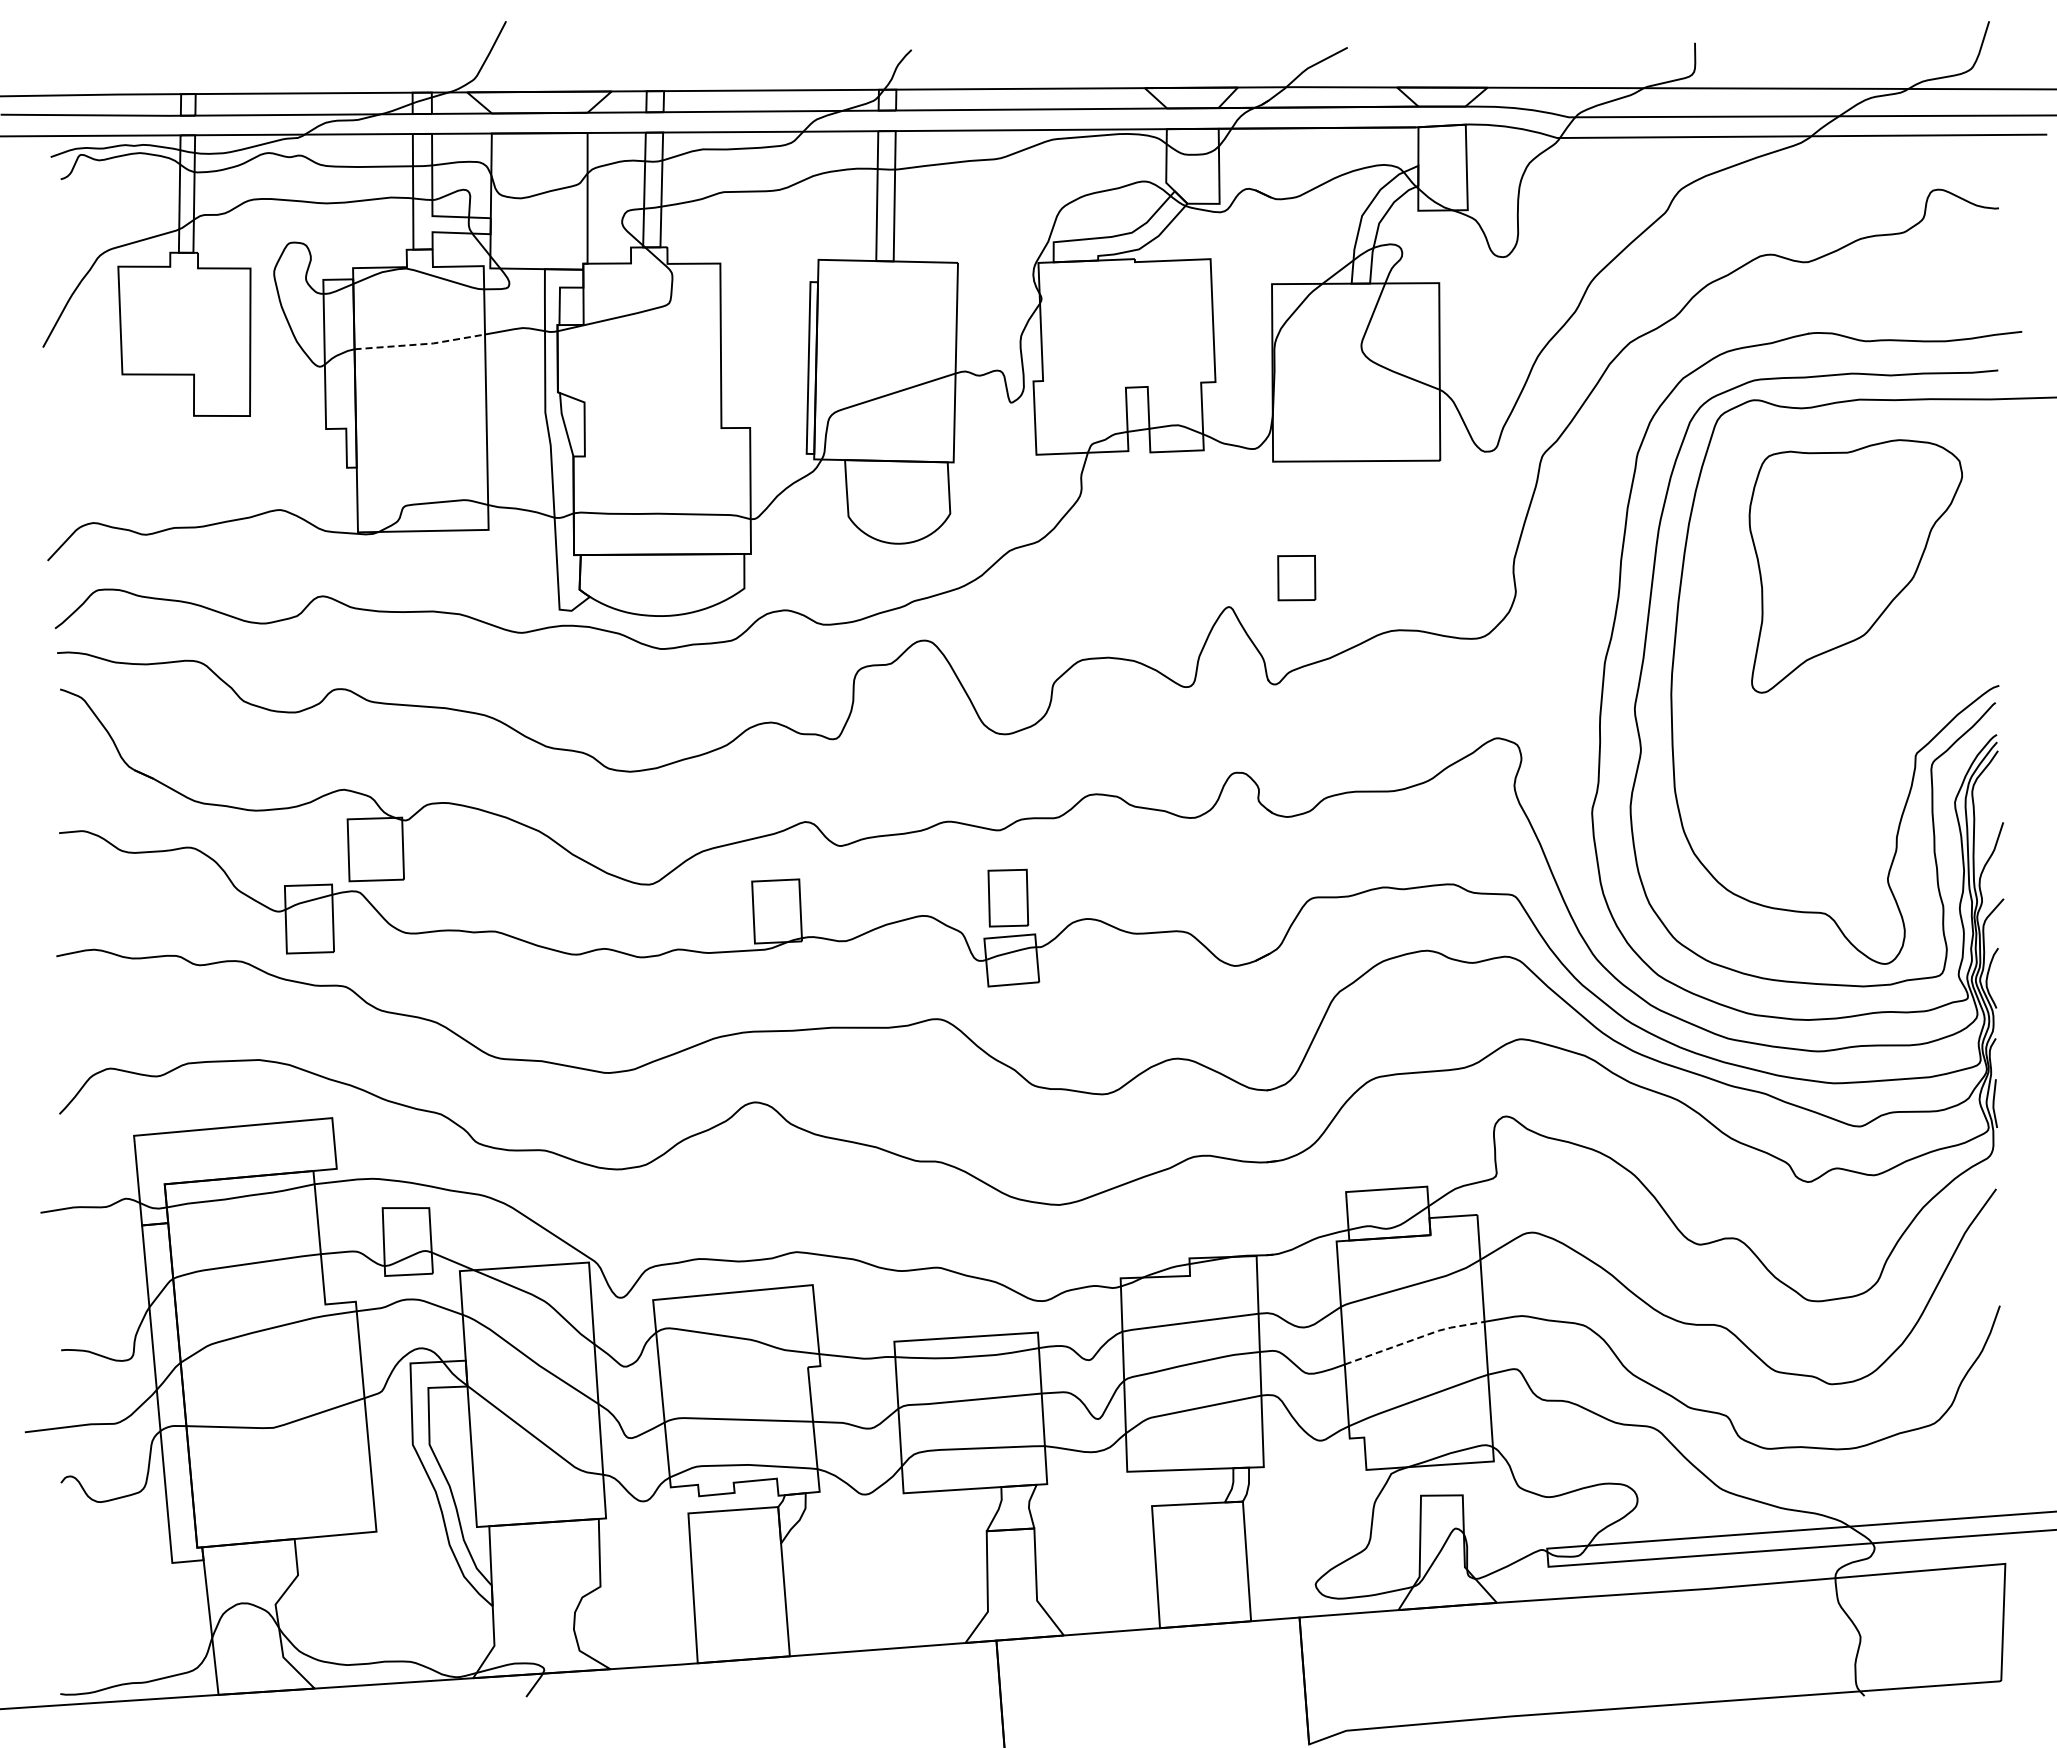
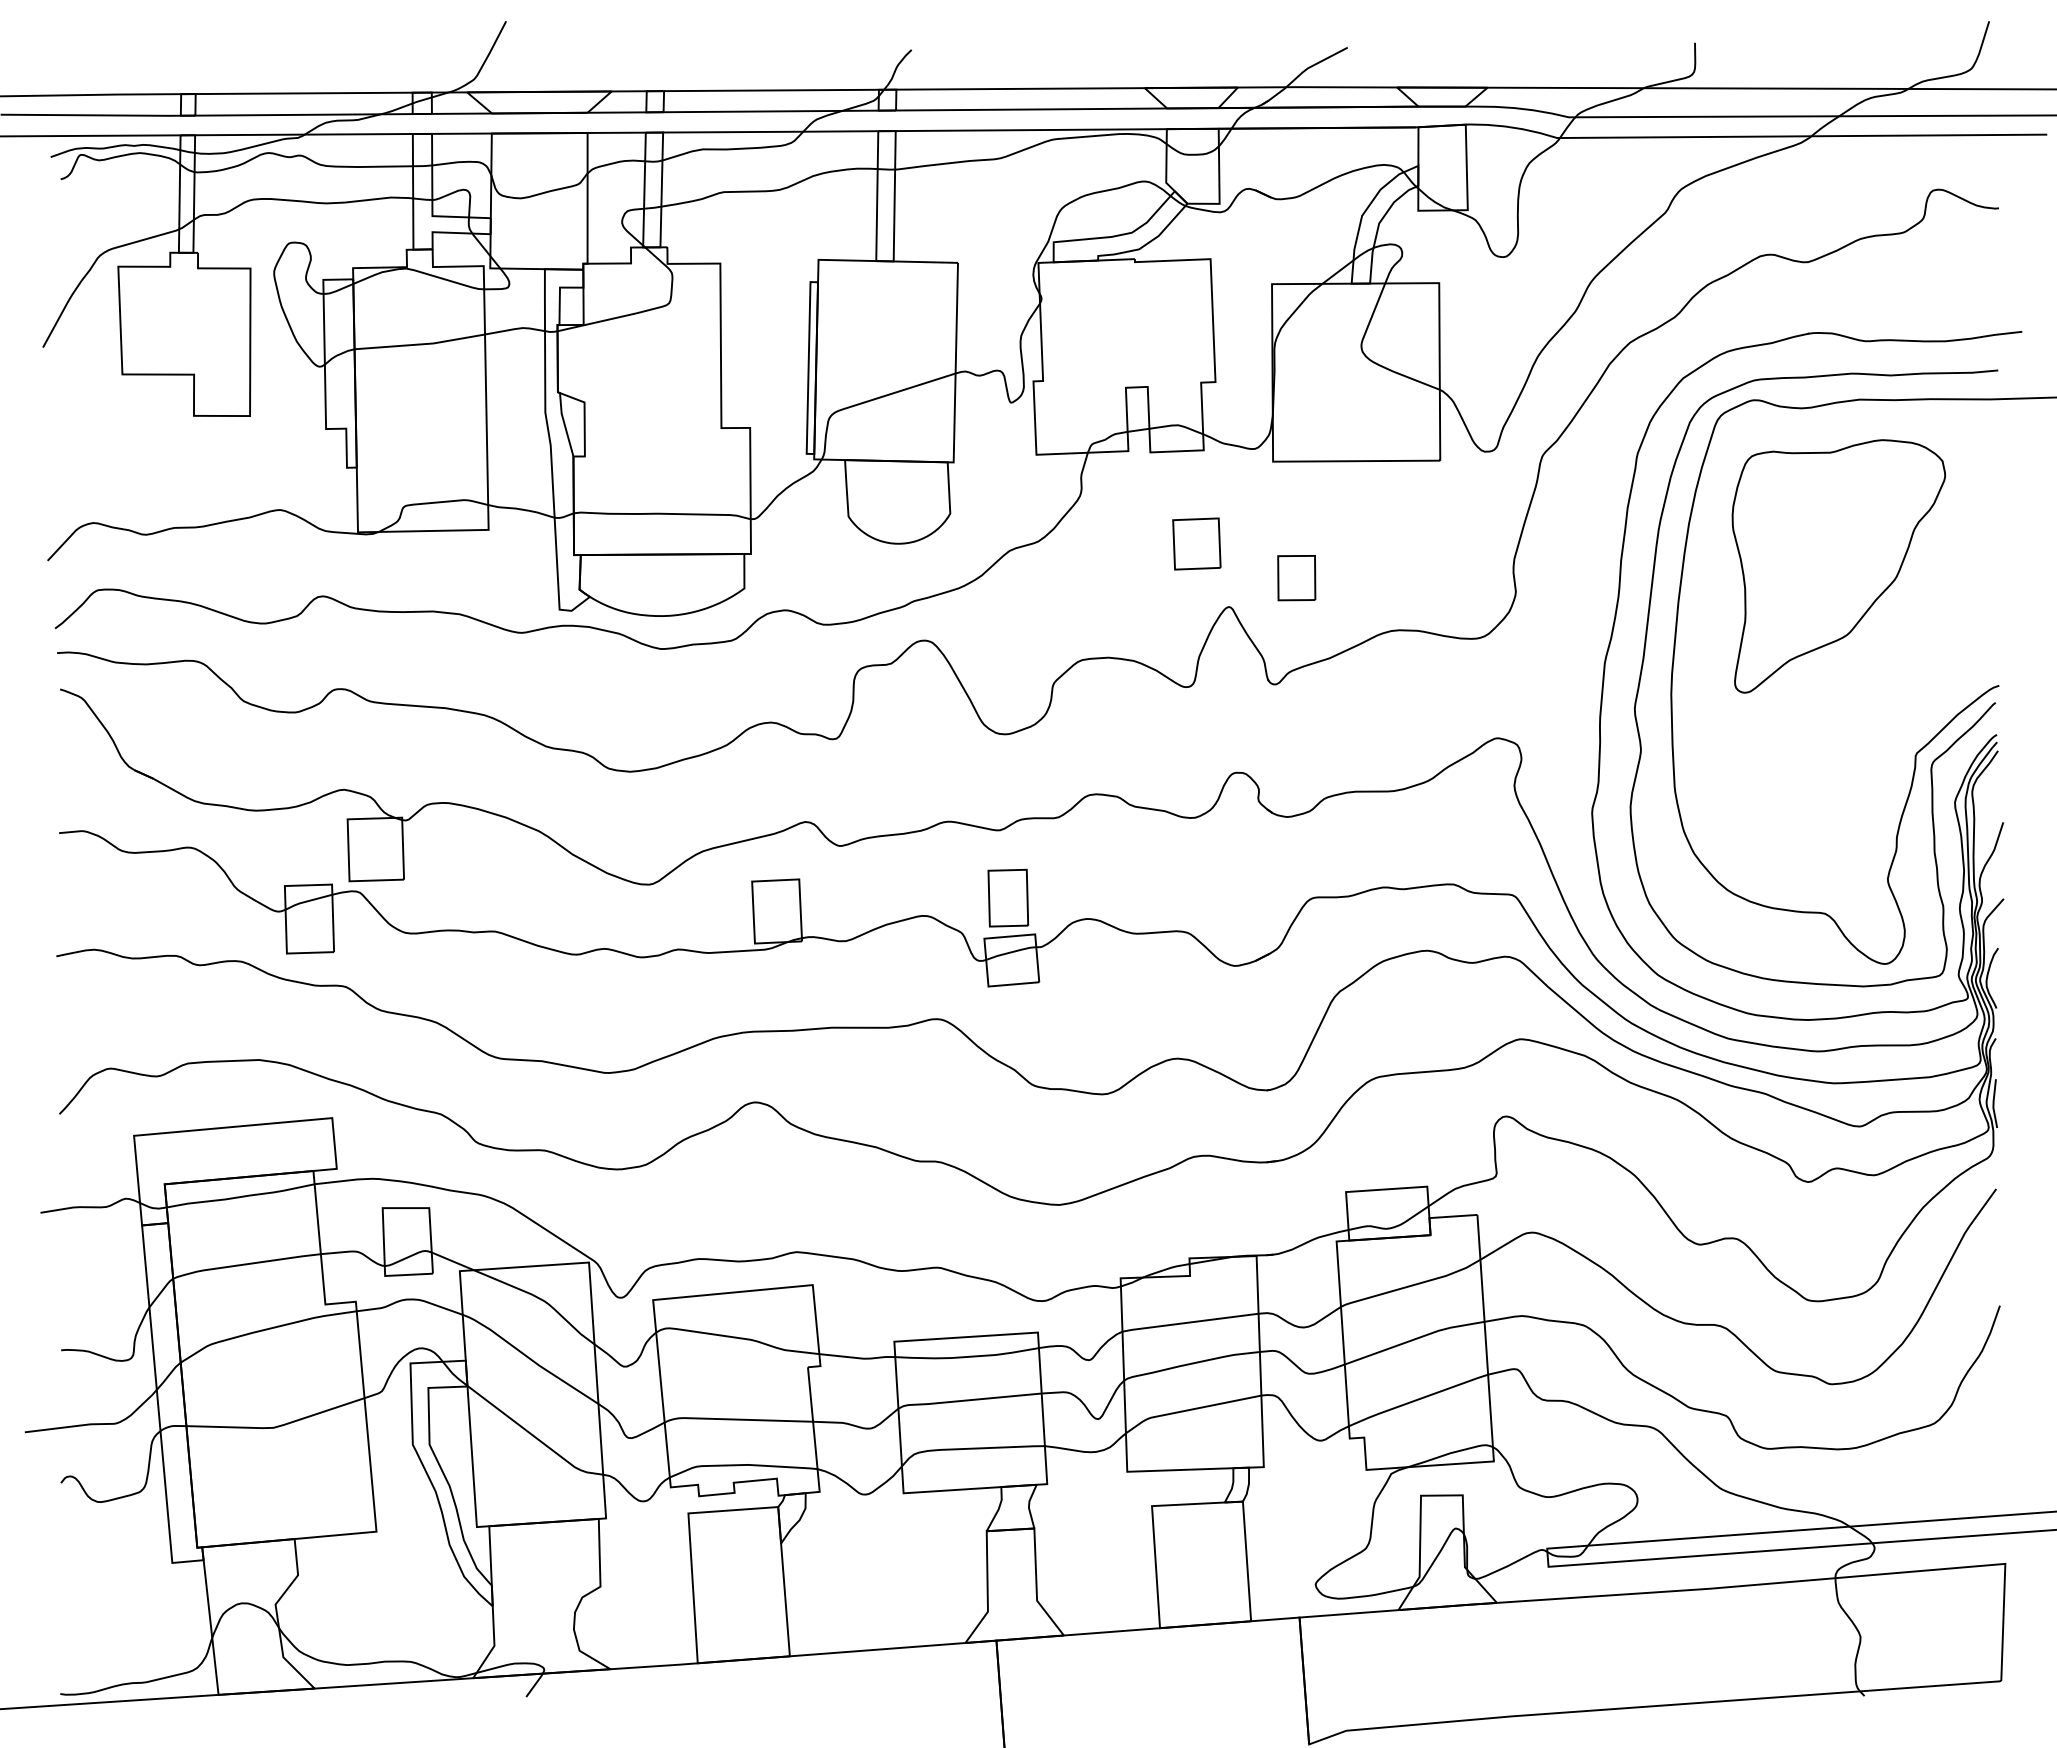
line at (421, 344): dashed -> solid
part at (1196, 543): none -> present
part at (1855, 566) position: (1855, 566) -> (1838, 566)
line at (1415, 1339): dashed -> solid
